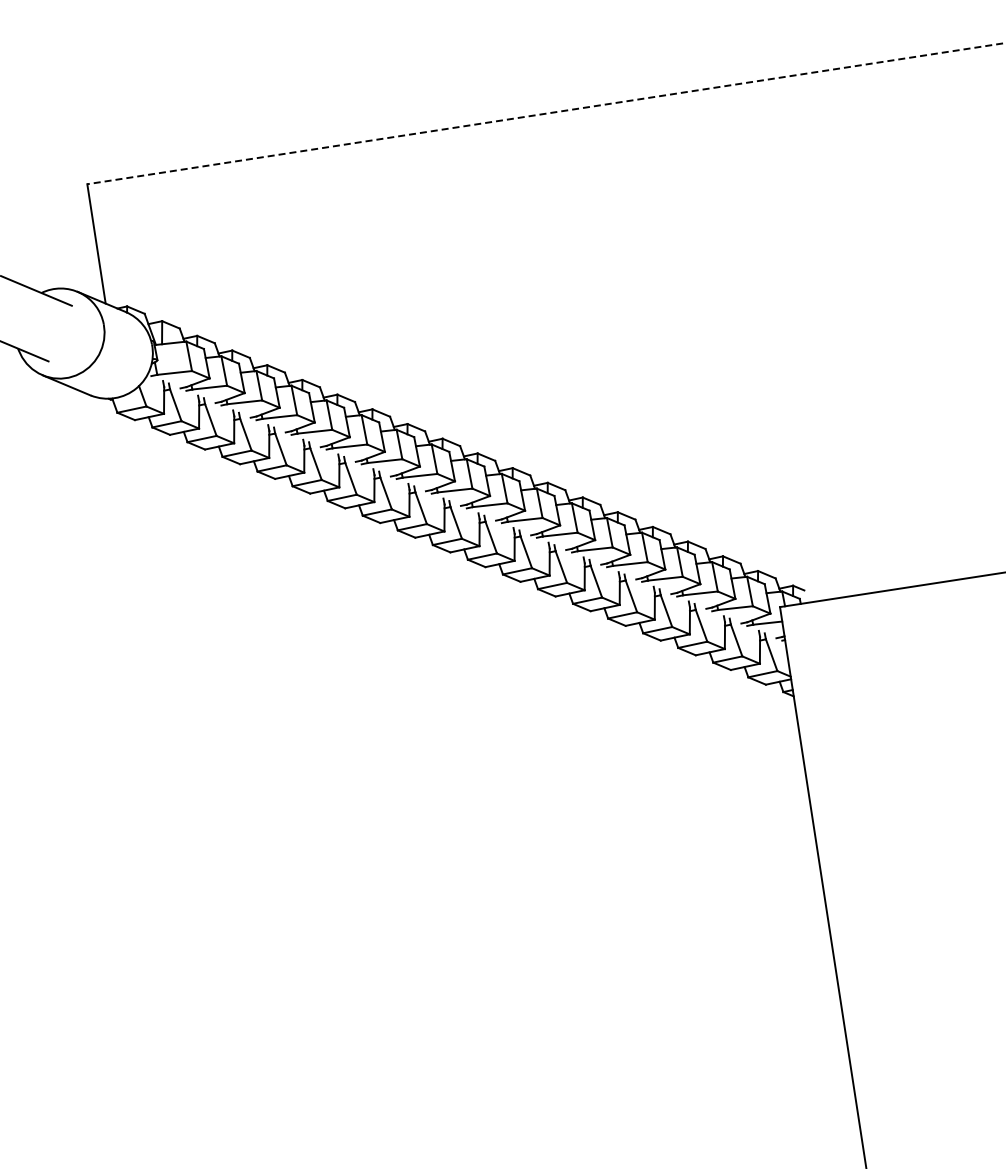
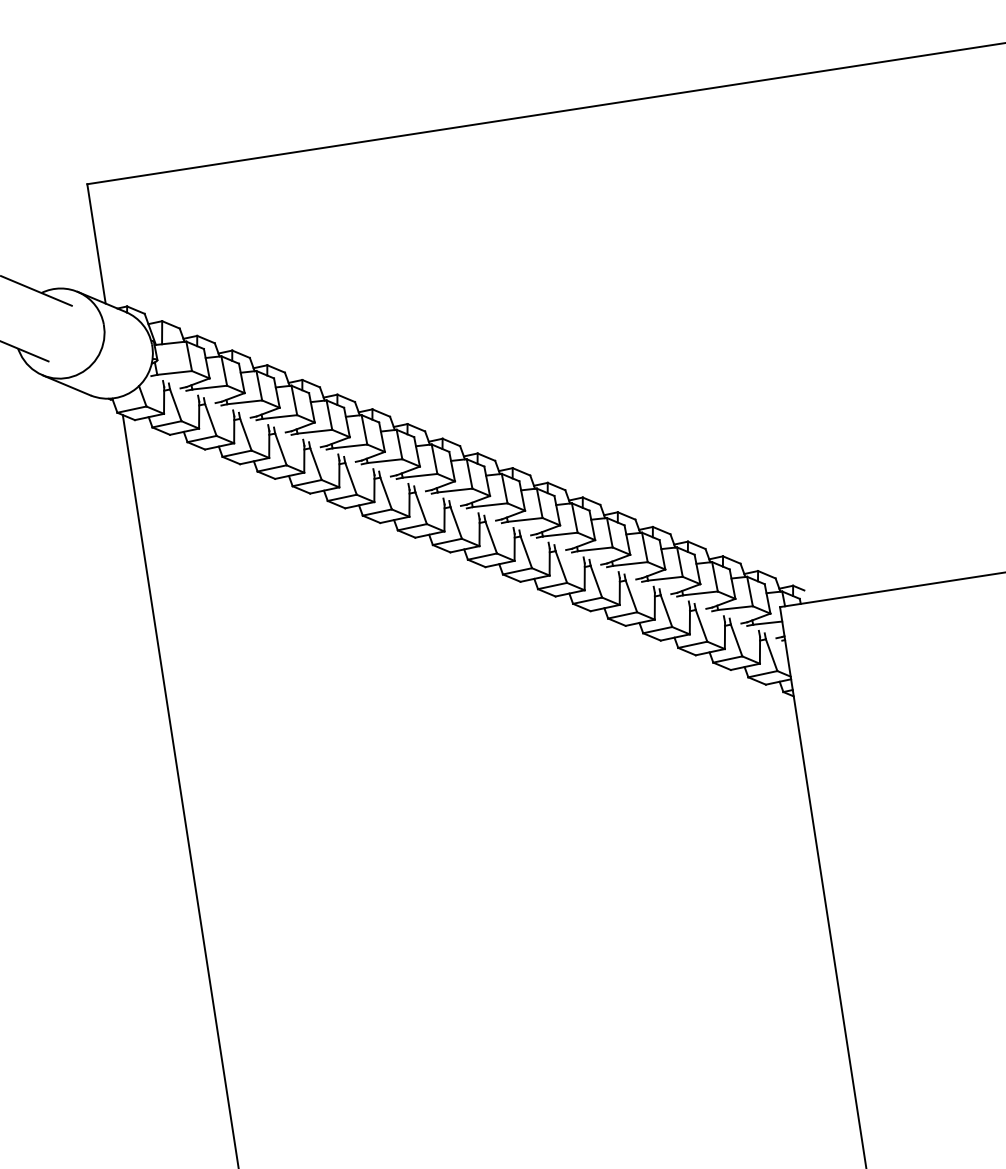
line at (545, 113): dashed -> solid
line at (180, 790): none -> present
